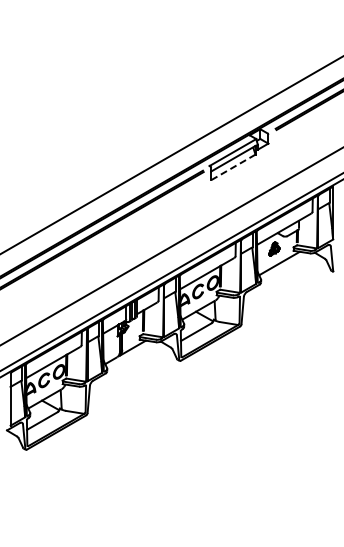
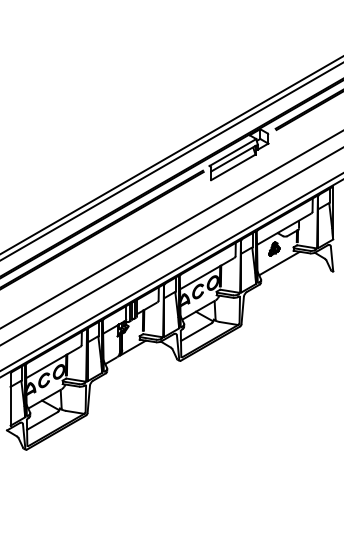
line at (171, 161): none -> present
line at (233, 167): dashed -> solid
line at (171, 229): none -> present
